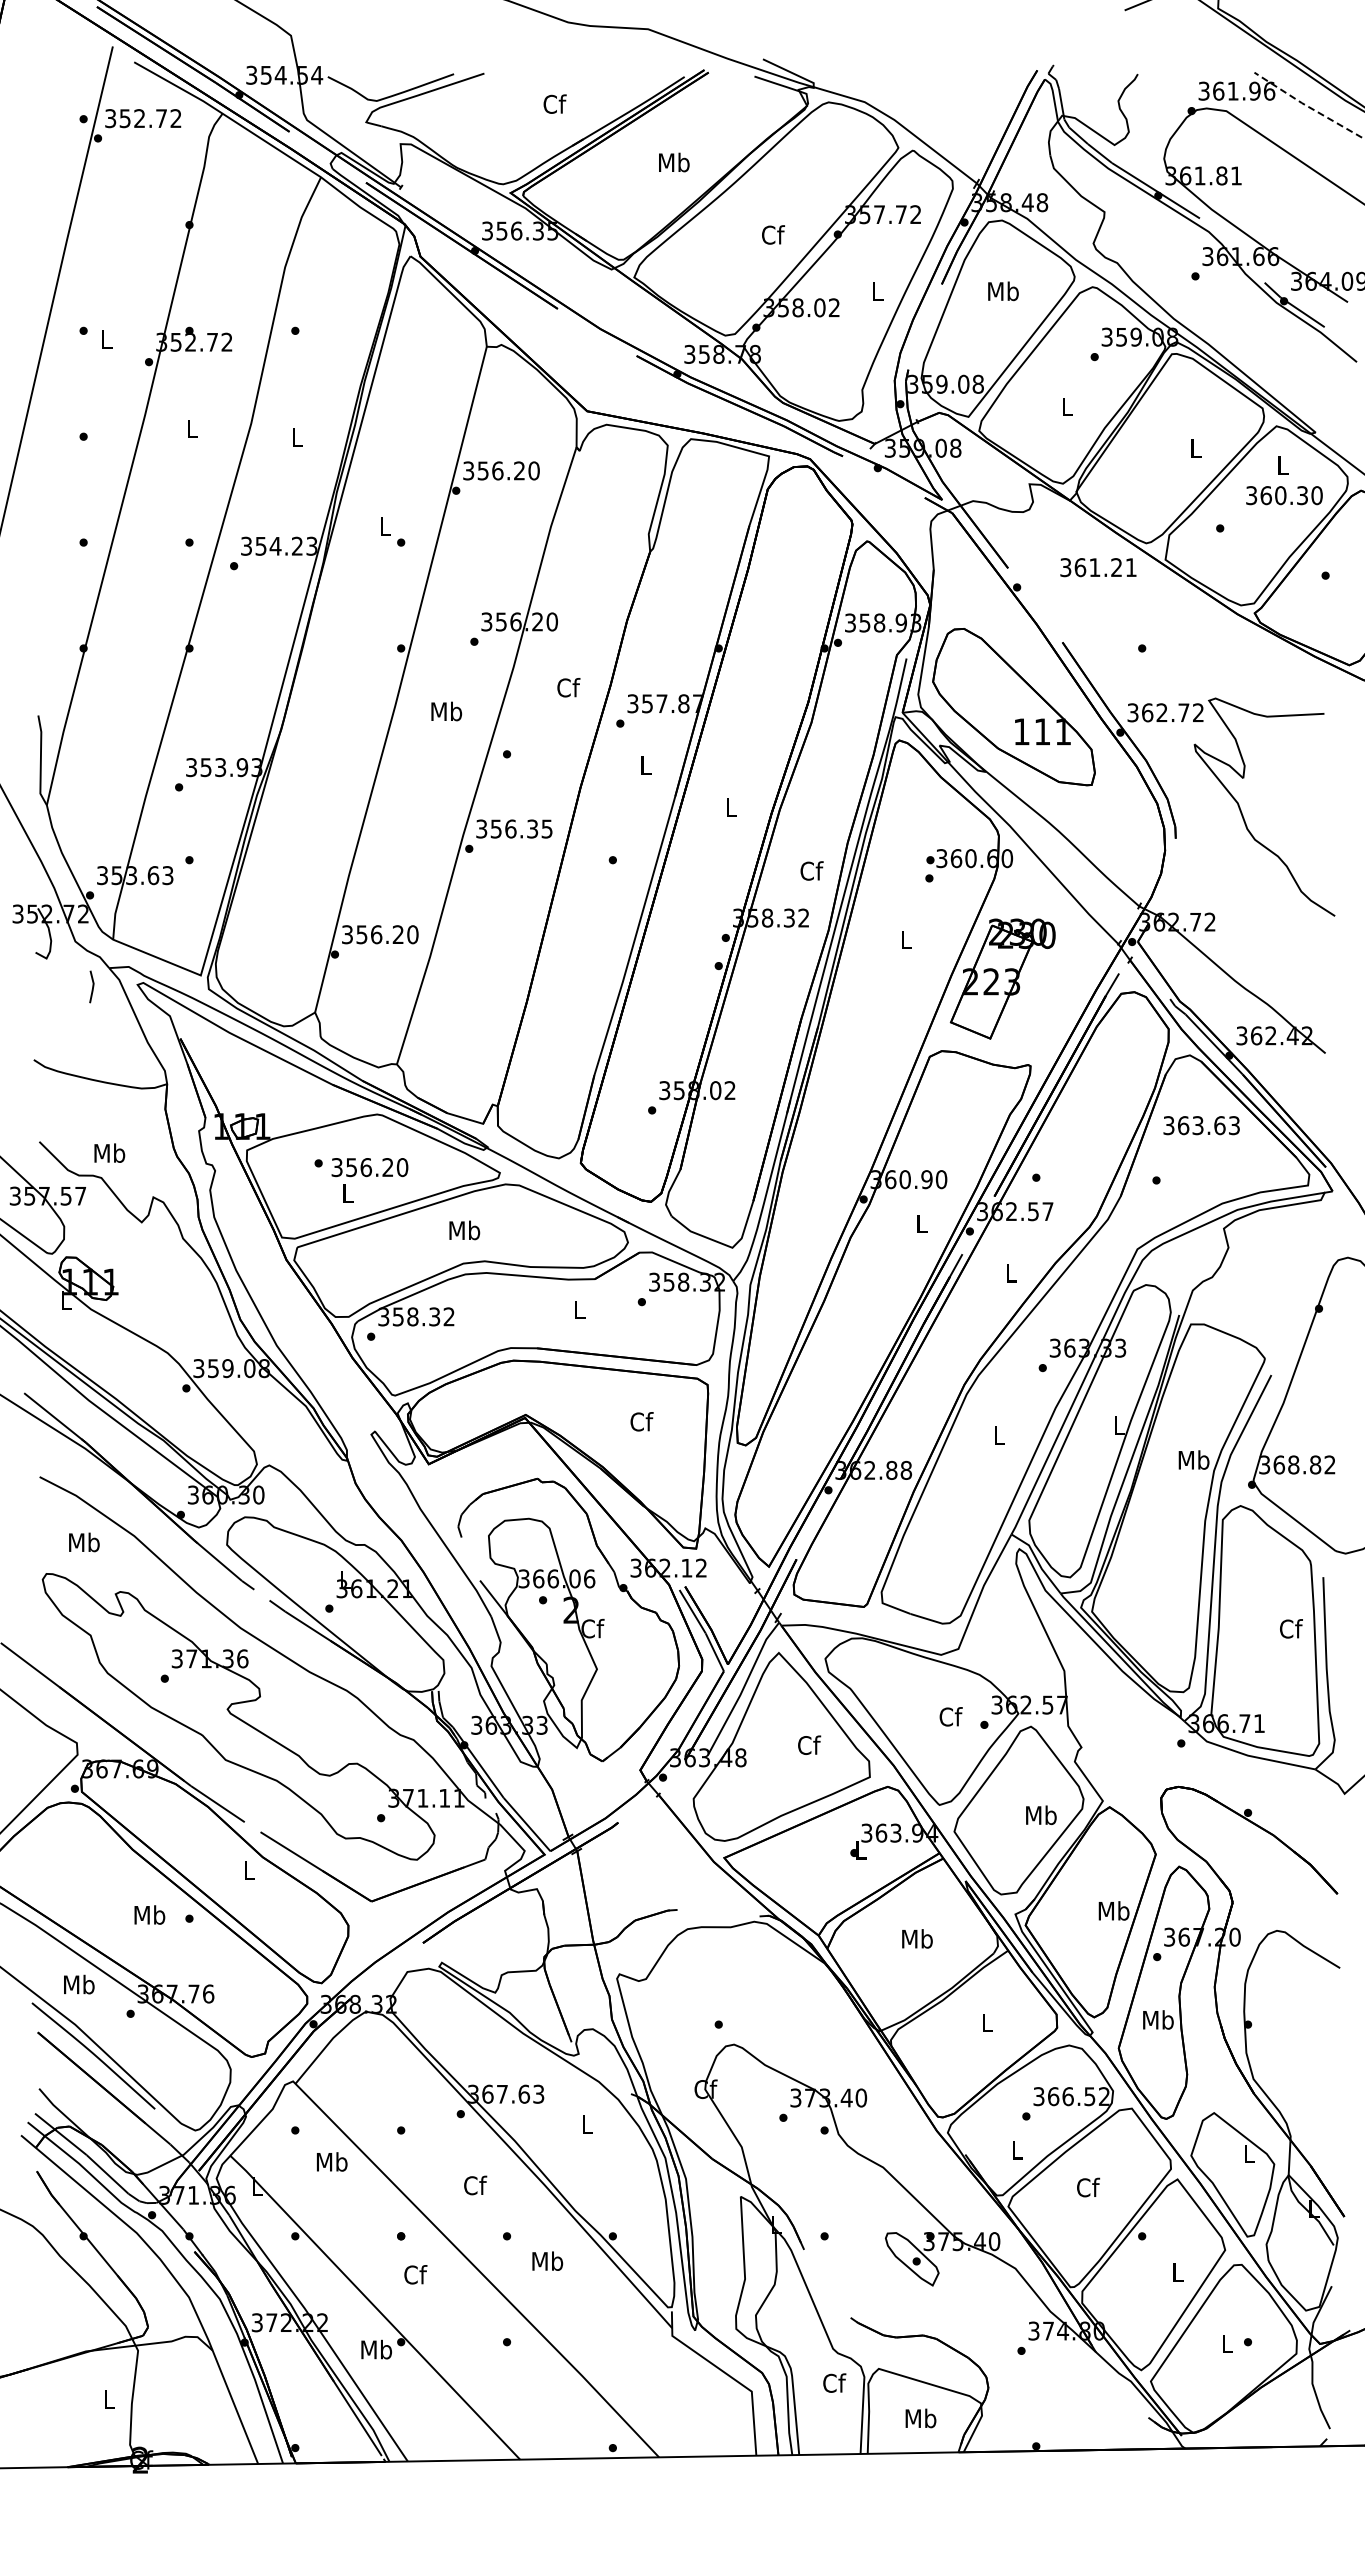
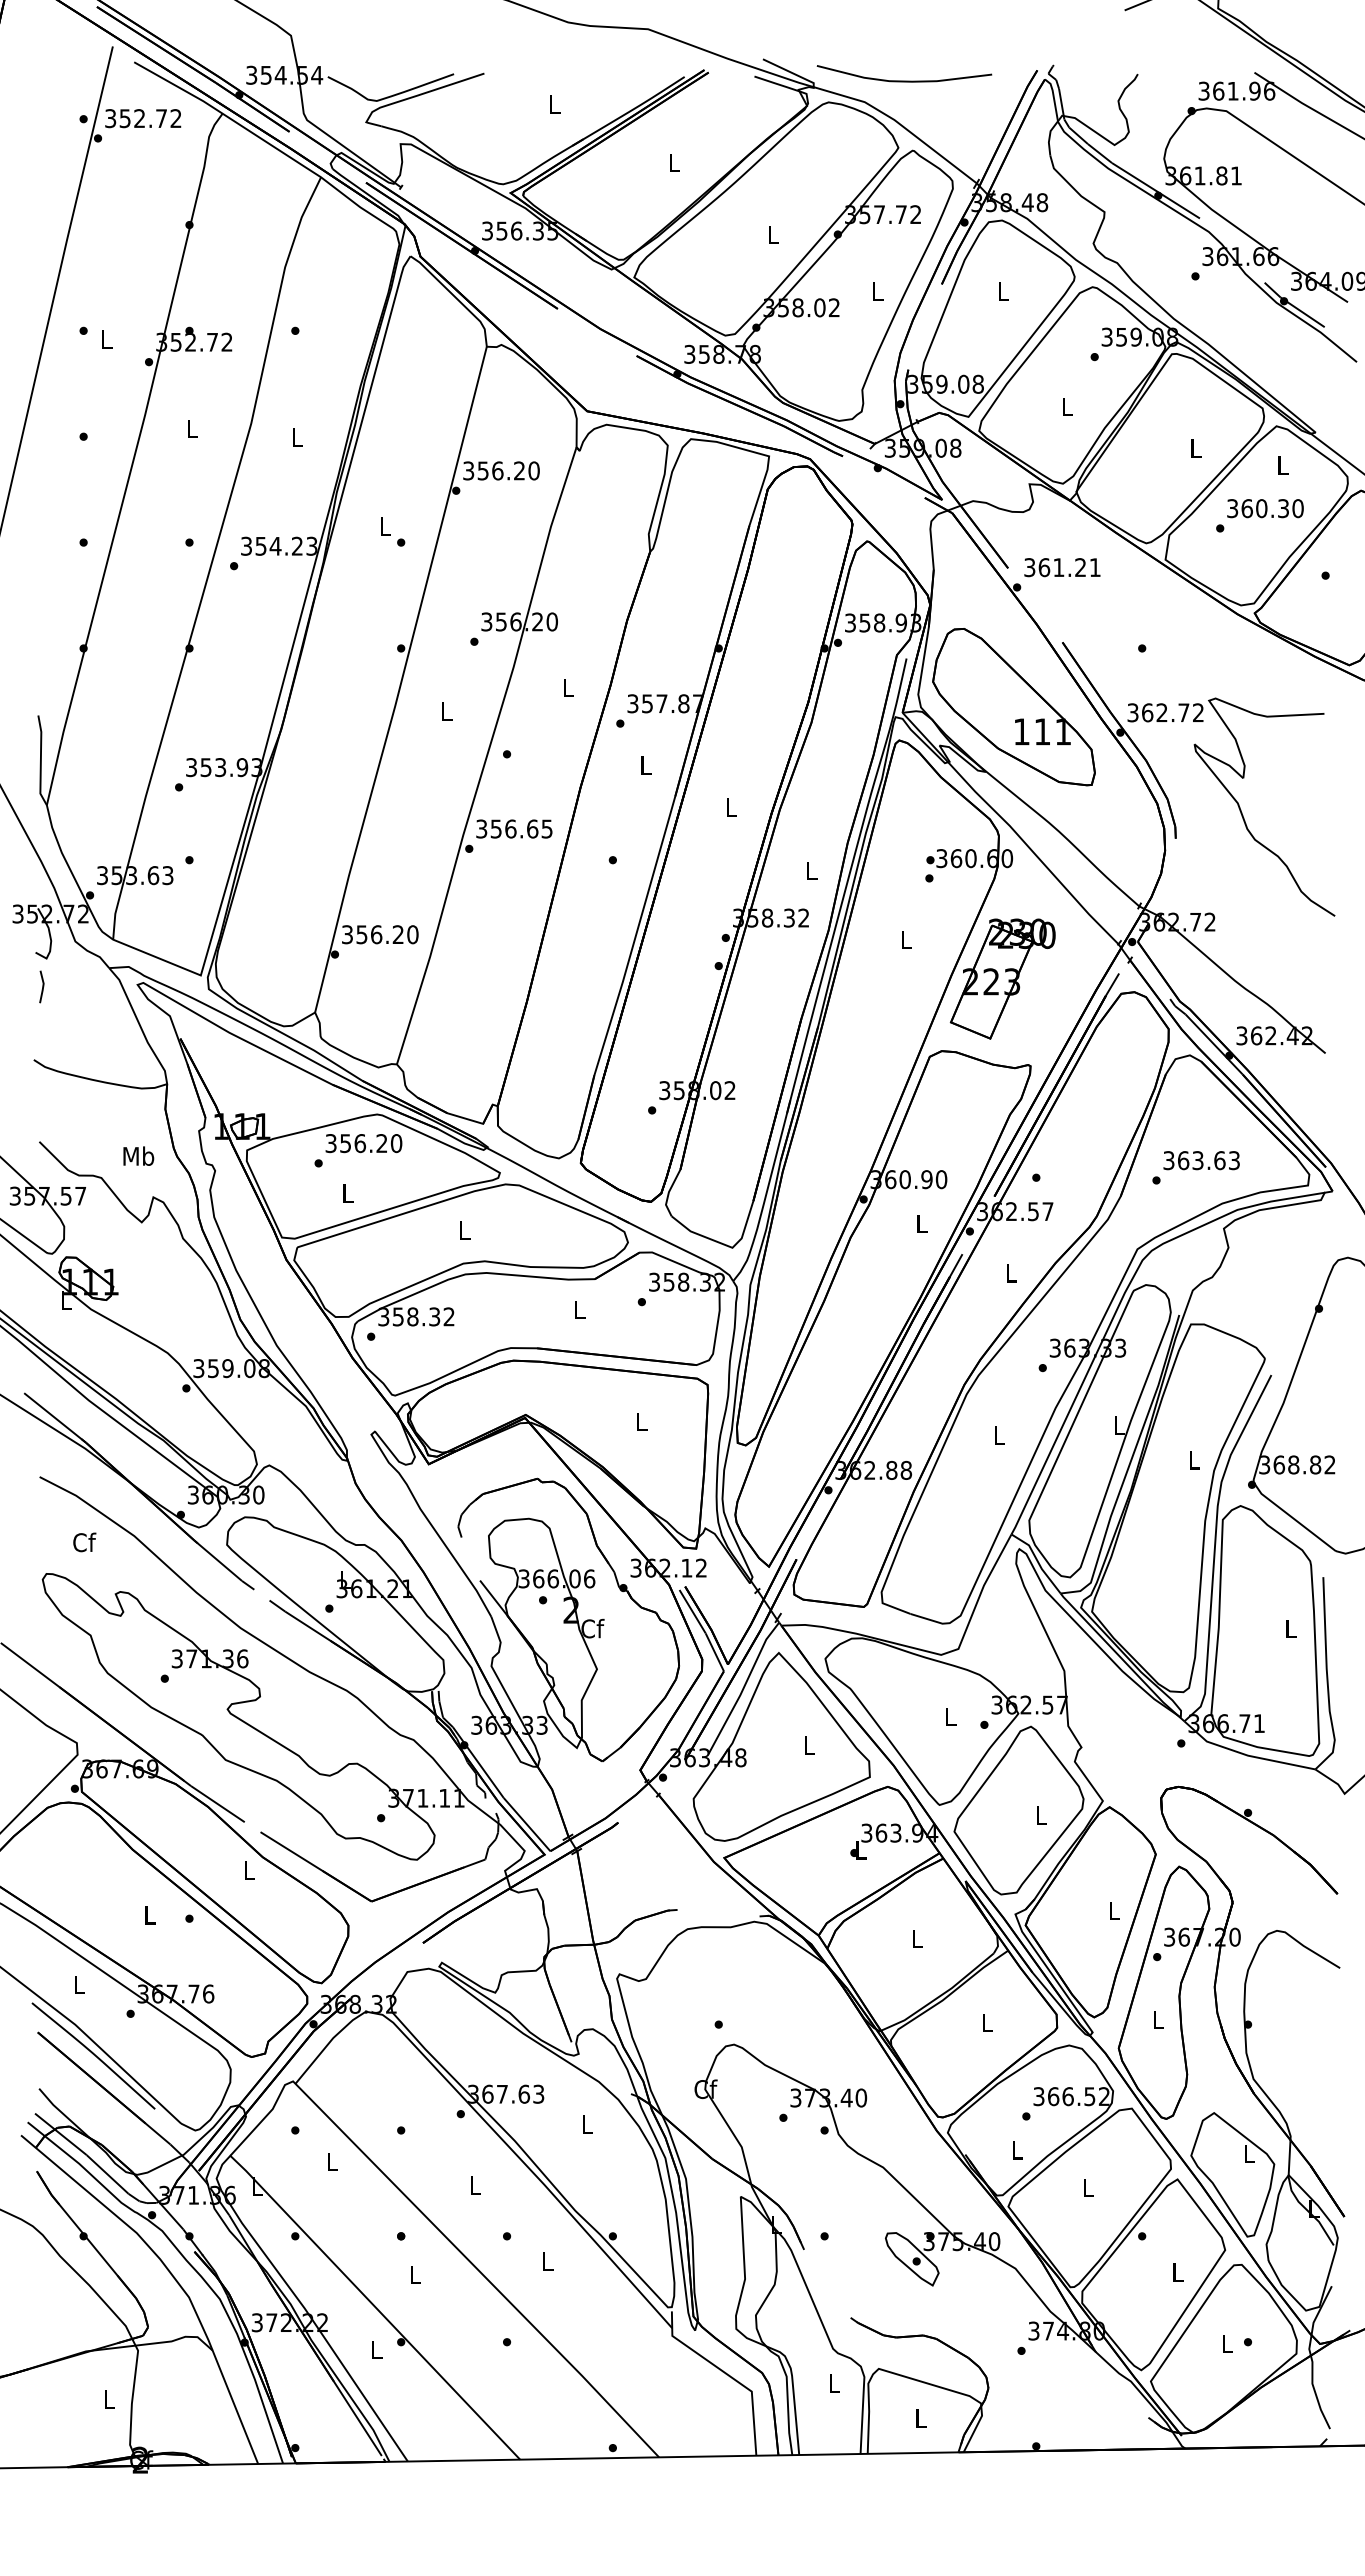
curve at (904, 80): none -> present
text at (554, 103): Cf -> L
line at (1308, 106): dashed -> solid
text at (674, 162): Mb -> L
text at (773, 234): Cf -> L
text at (1003, 291): Mb -> L
text at (1284, 495) position: (1284, 495) -> (1265, 508)
text at (1098, 567) position: (1098, 567) -> (1062, 567)
text at (568, 687): Cf -> L
text at (446, 711): Mb -> L
text at (532, 828): 356.35 -> 356.65
text at (811, 870): Cf -> L
line at (92, 986) position: (92, 986) -> (42, 986)
text at (1201, 1125) position: (1201, 1125) -> (1201, 1160)
text at (109, 1152) position: (109, 1152) -> (138, 1155)
text at (369, 1167) position: (369, 1167) -> (363, 1143)
text at (464, 1230): Mb -> L
text at (641, 1421): Cf -> L
text at (1193, 1459): Mb -> L
text at (84, 1542): Mb -> Cf
text at (1291, 1628): Cf -> L
text at (950, 1716): Cf -> L
text at (809, 1745): Cf -> L
text at (1041, 1815): Mb -> L
text at (1113, 1910): Mb -> L
text at (149, 1914): Mb -> L
text at (917, 1938): Mb -> L
text at (79, 1984): Mb -> L
text at (1158, 2019): Mb -> L
text at (331, 2161): Mb -> L
text at (475, 2185): Cf -> L
text at (1088, 2187): Cf -> L
text at (547, 2260): Mb -> L
text at (415, 2274): Cf -> L
text at (376, 2349): Mb -> L
text at (834, 2382): Cf -> L
text at (920, 2418): Mb -> L
